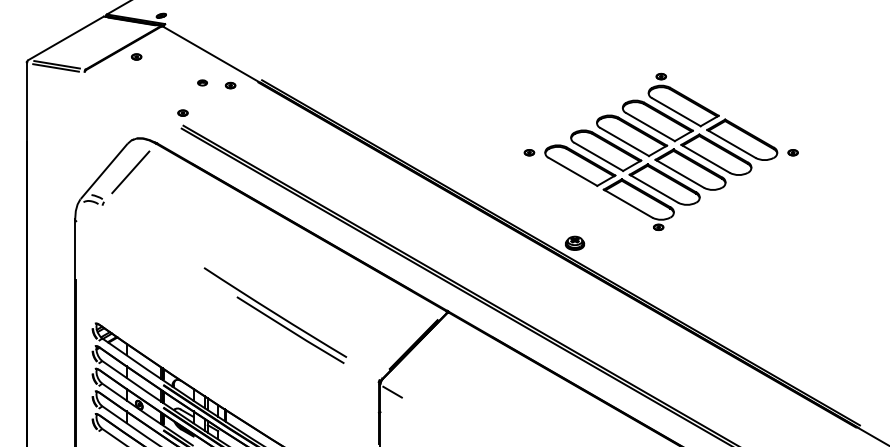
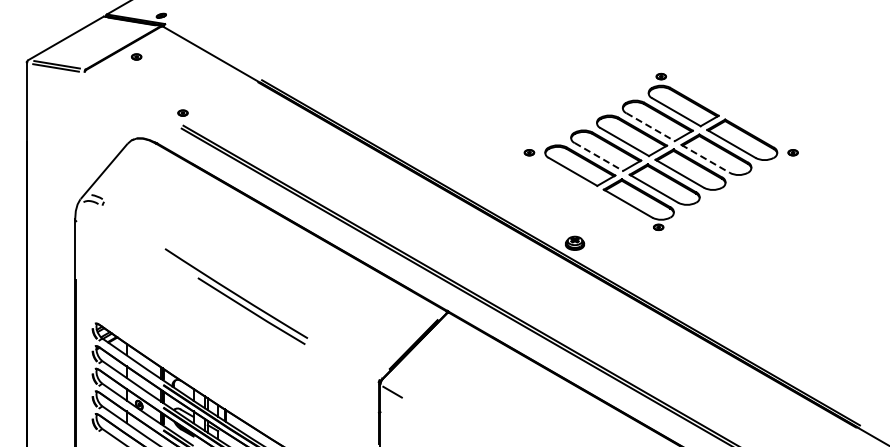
part at (202, 82): present -> none
part at (230, 85): present -> none
line at (650, 127): solid -> dashed
line at (598, 157): solid -> dashed
line at (705, 158): solid -> dashed
line at (130, 172): present -> none
part at (275, 315) position: (275, 315) -> (236, 296)
